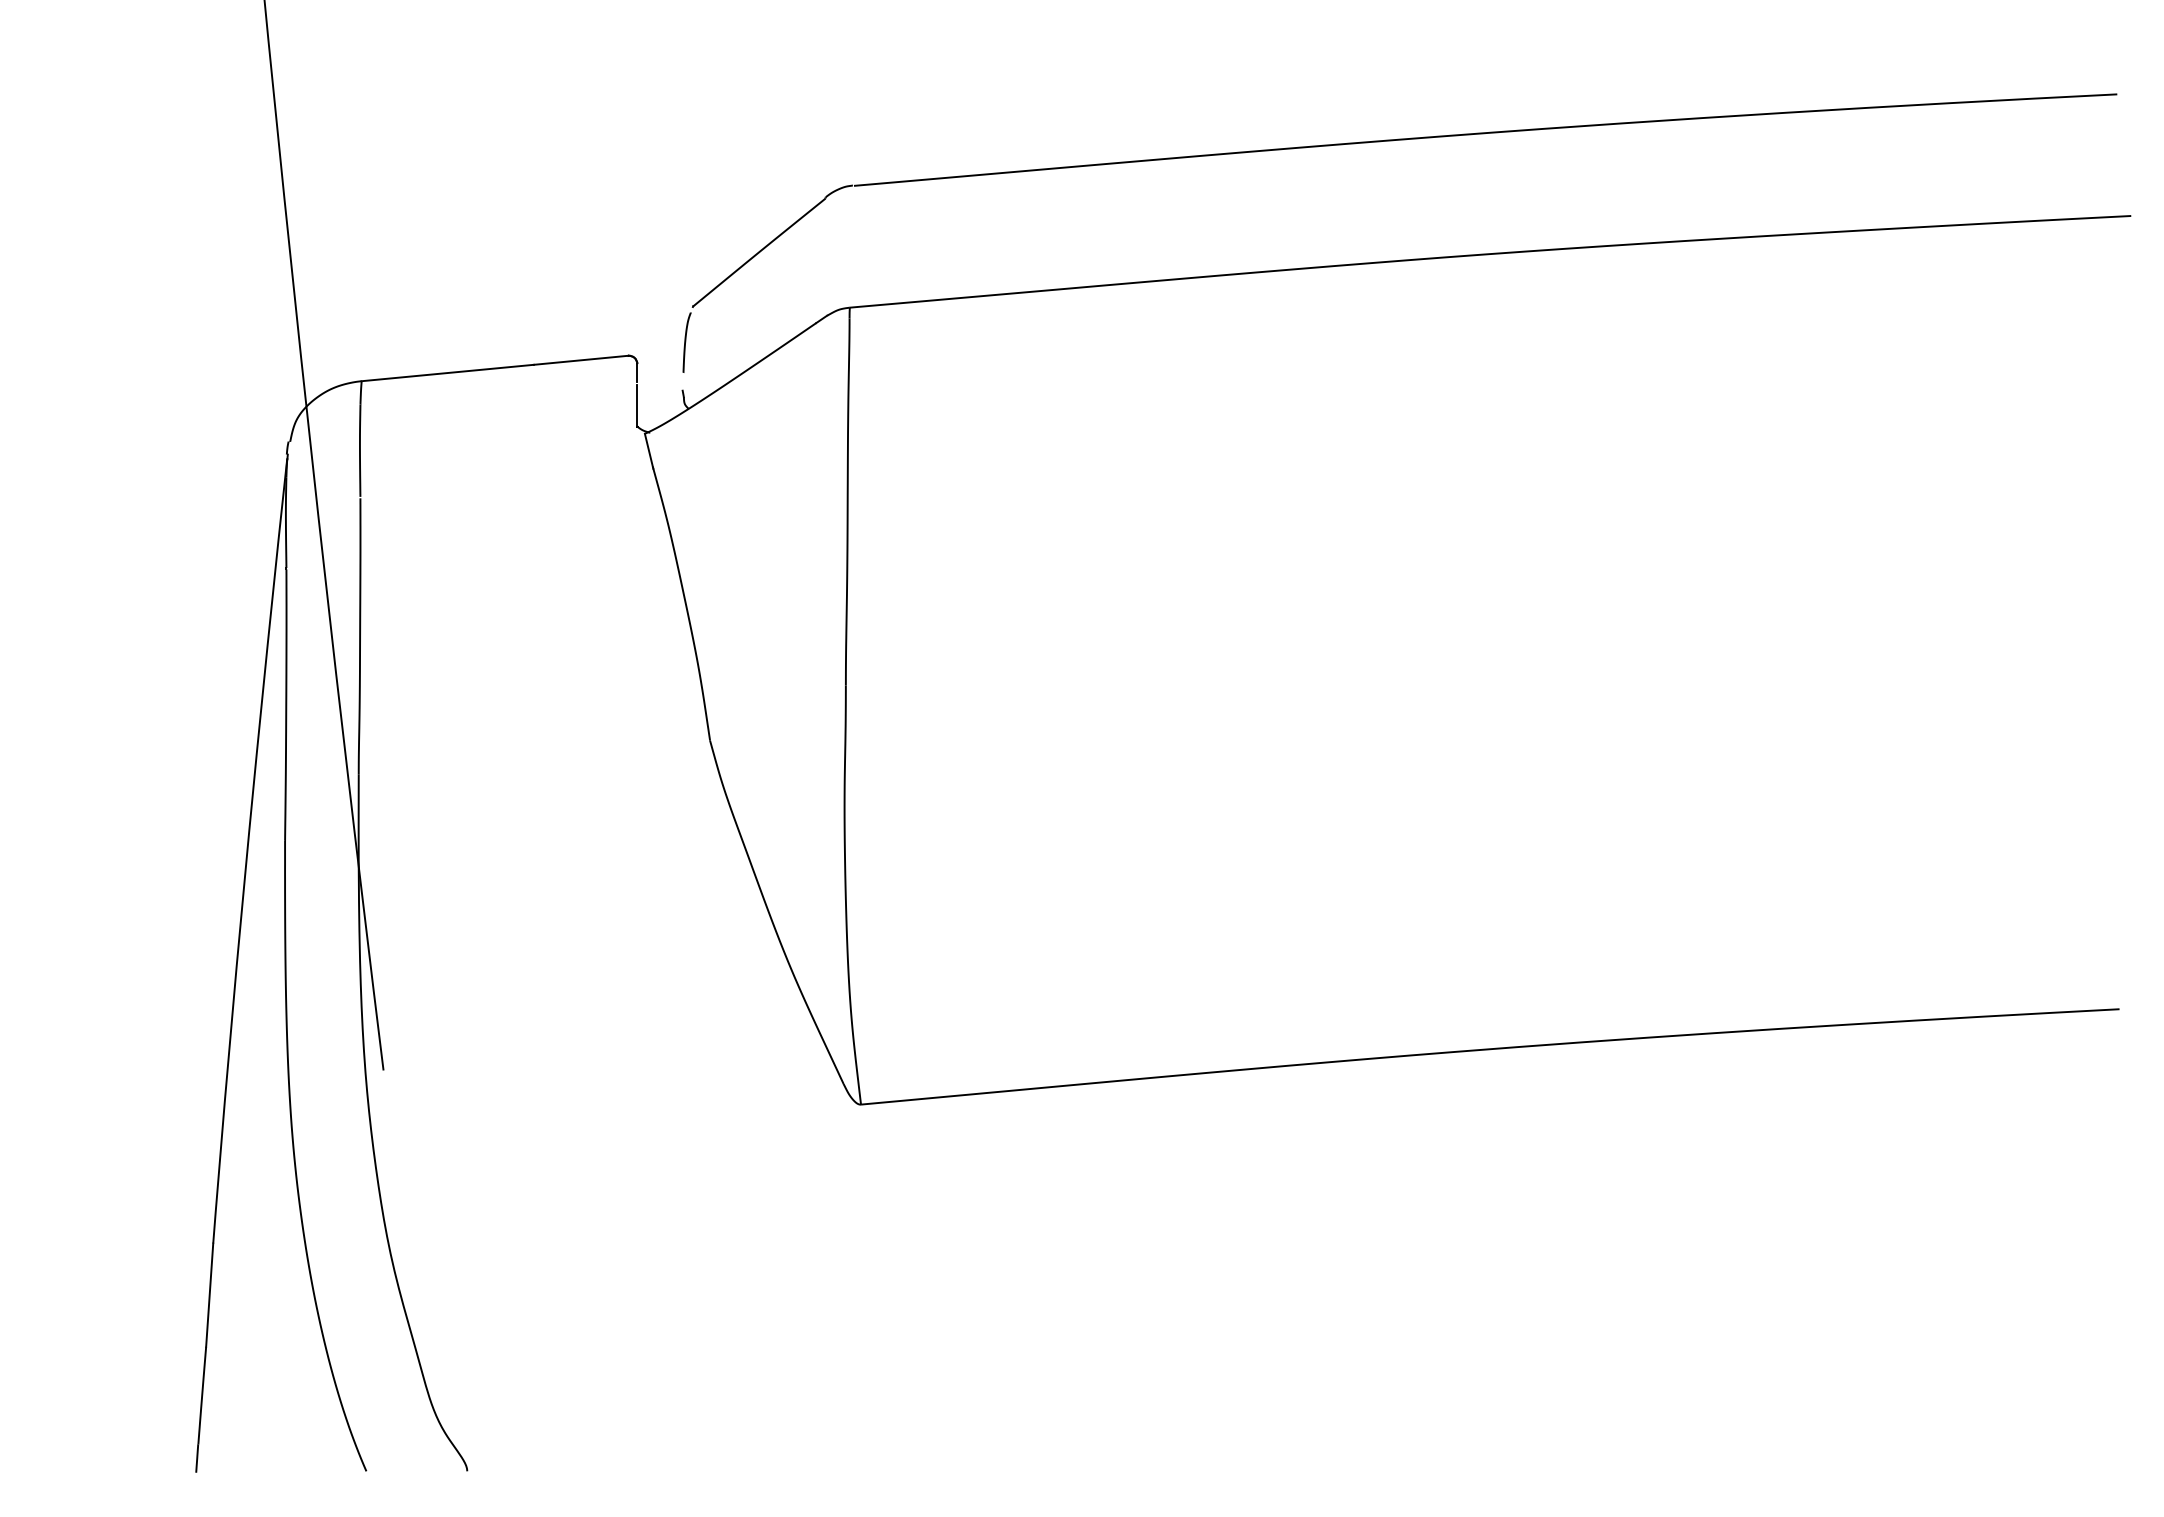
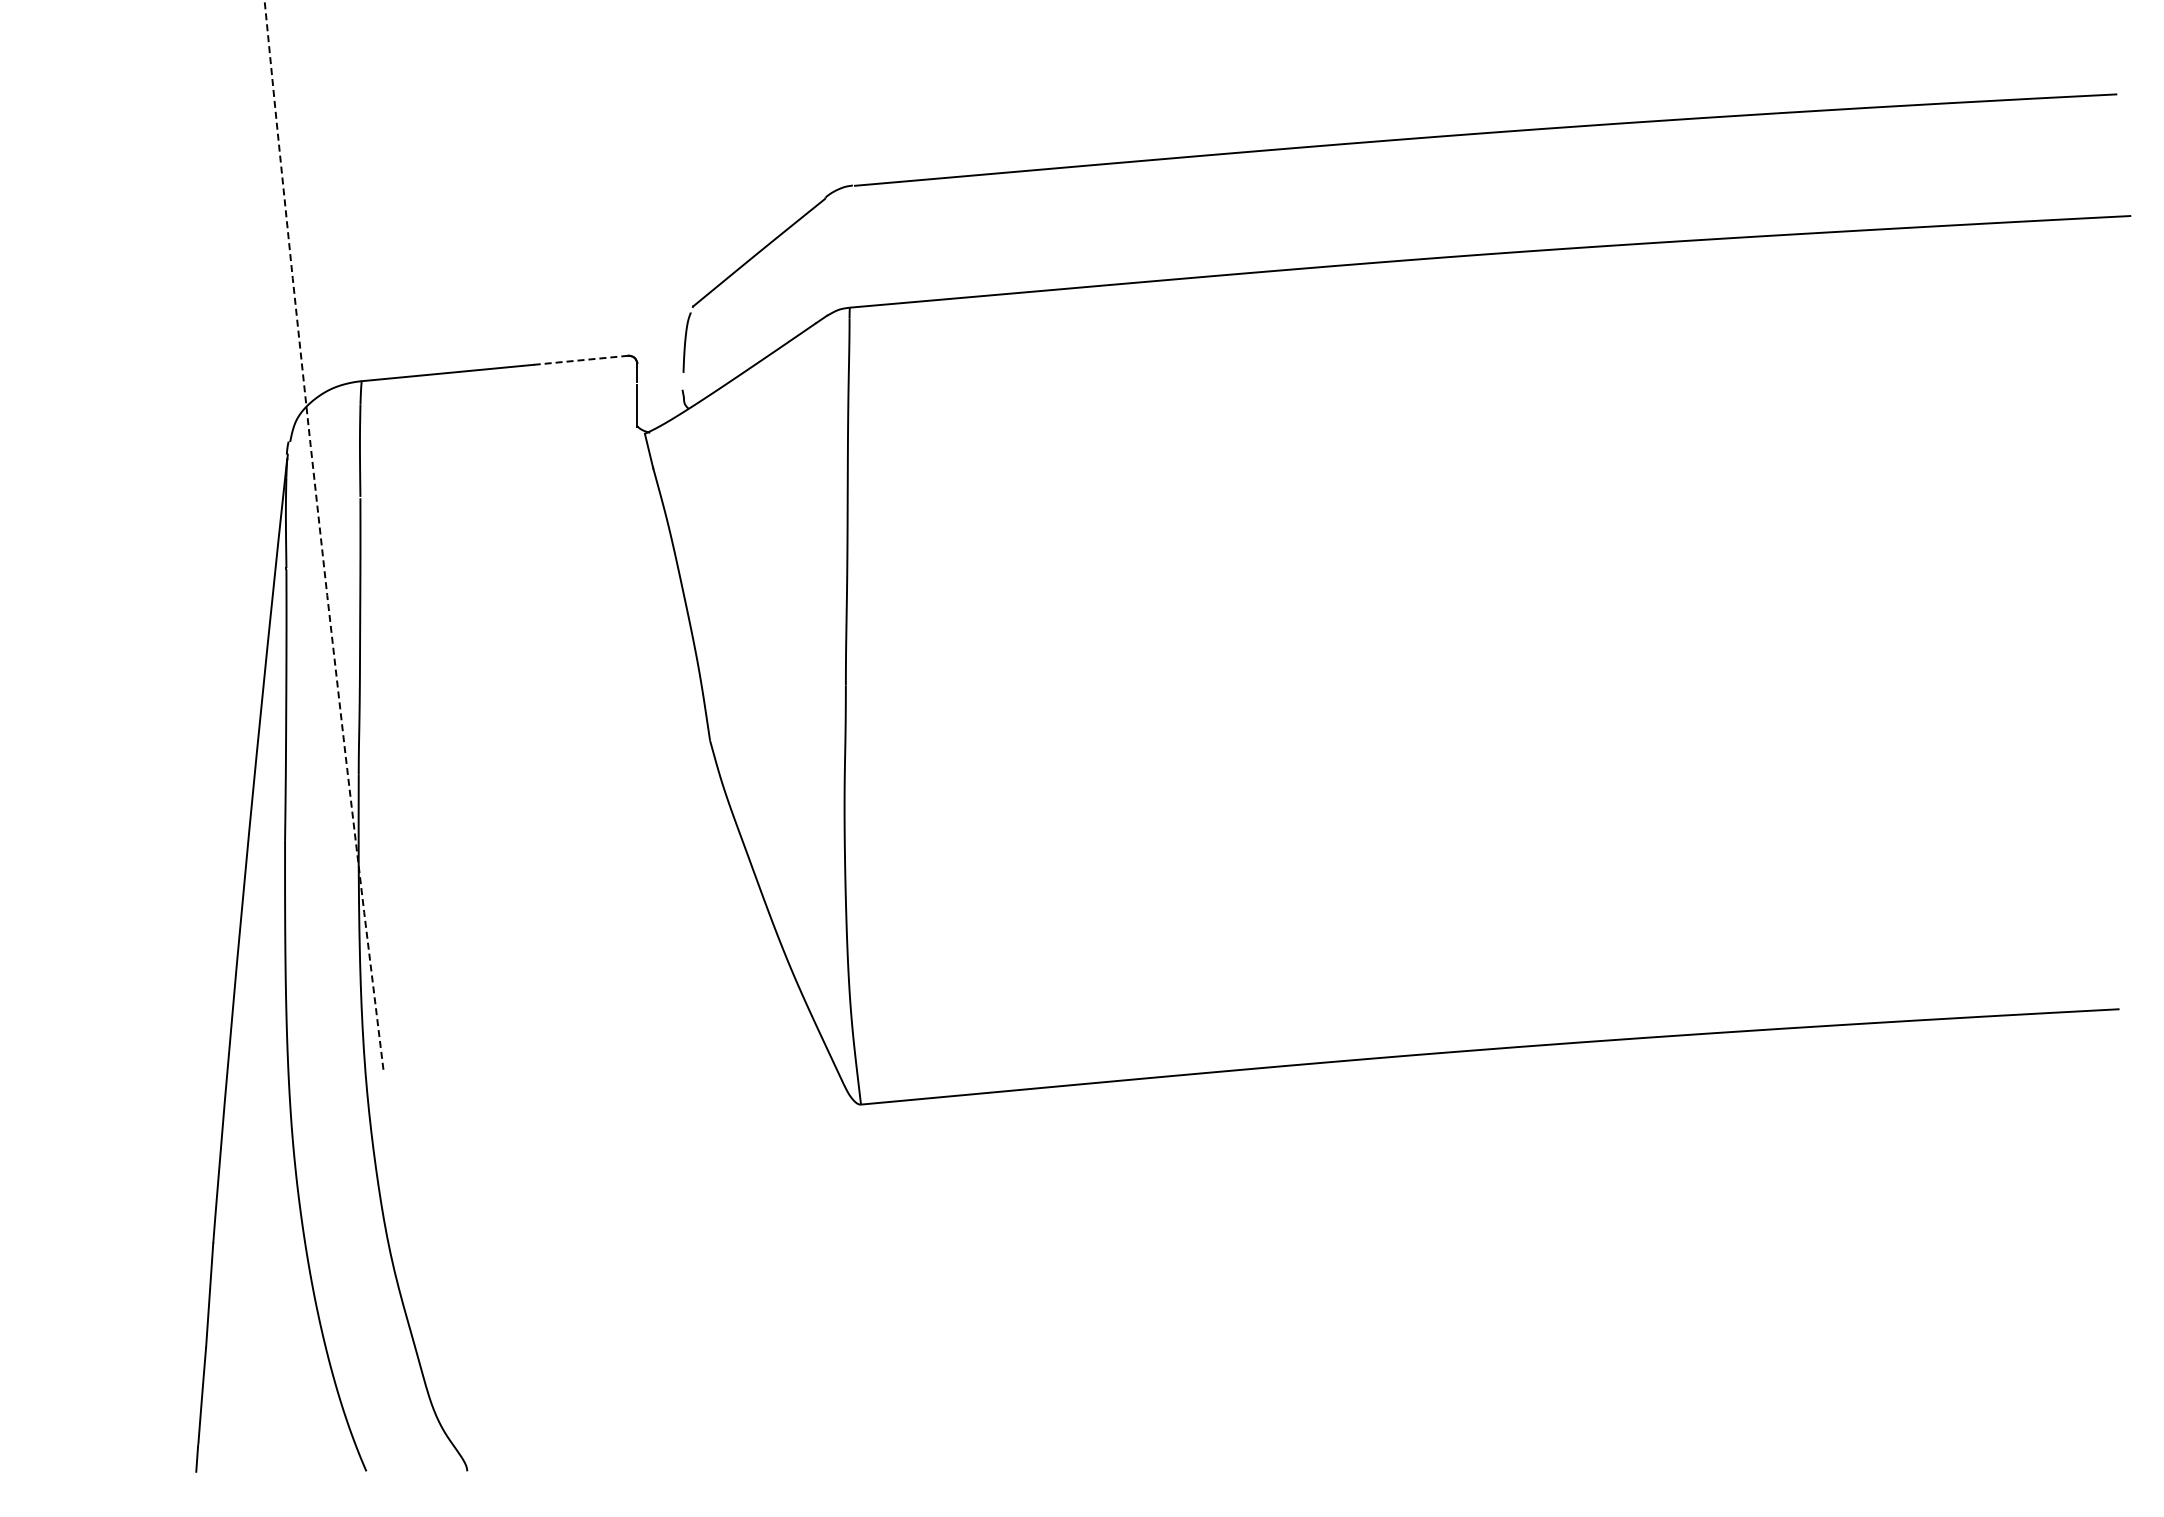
line at (580, 360): solid -> dashed
arc at (320, 536): solid -> dashed
